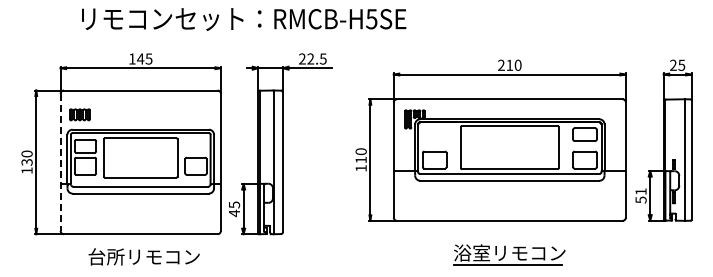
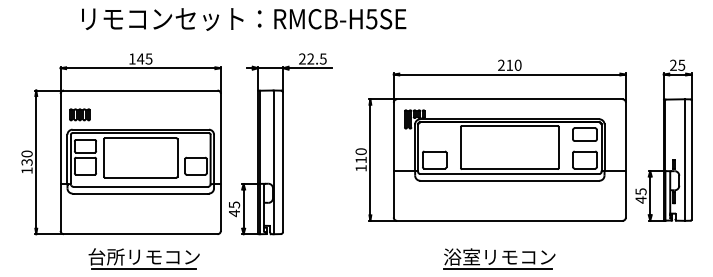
line at (60, 162): dashed -> solid
text at (640, 195): 51 -> 45
part at (509, 254) position: (509, 254) -> (499, 258)
line at (143, 268): none -> present
